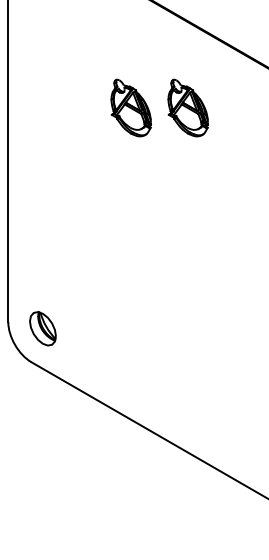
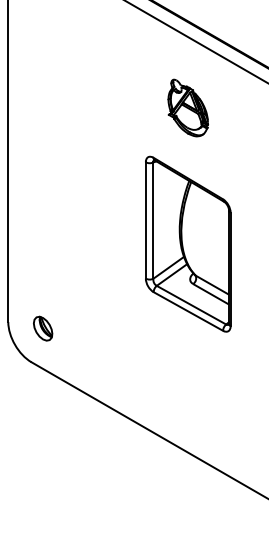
line at (196, 42): none -> present
part at (130, 107): present -> none
part at (188, 243): none -> present
part at (42, 328) size: 28x36 px -> 21x27 px
